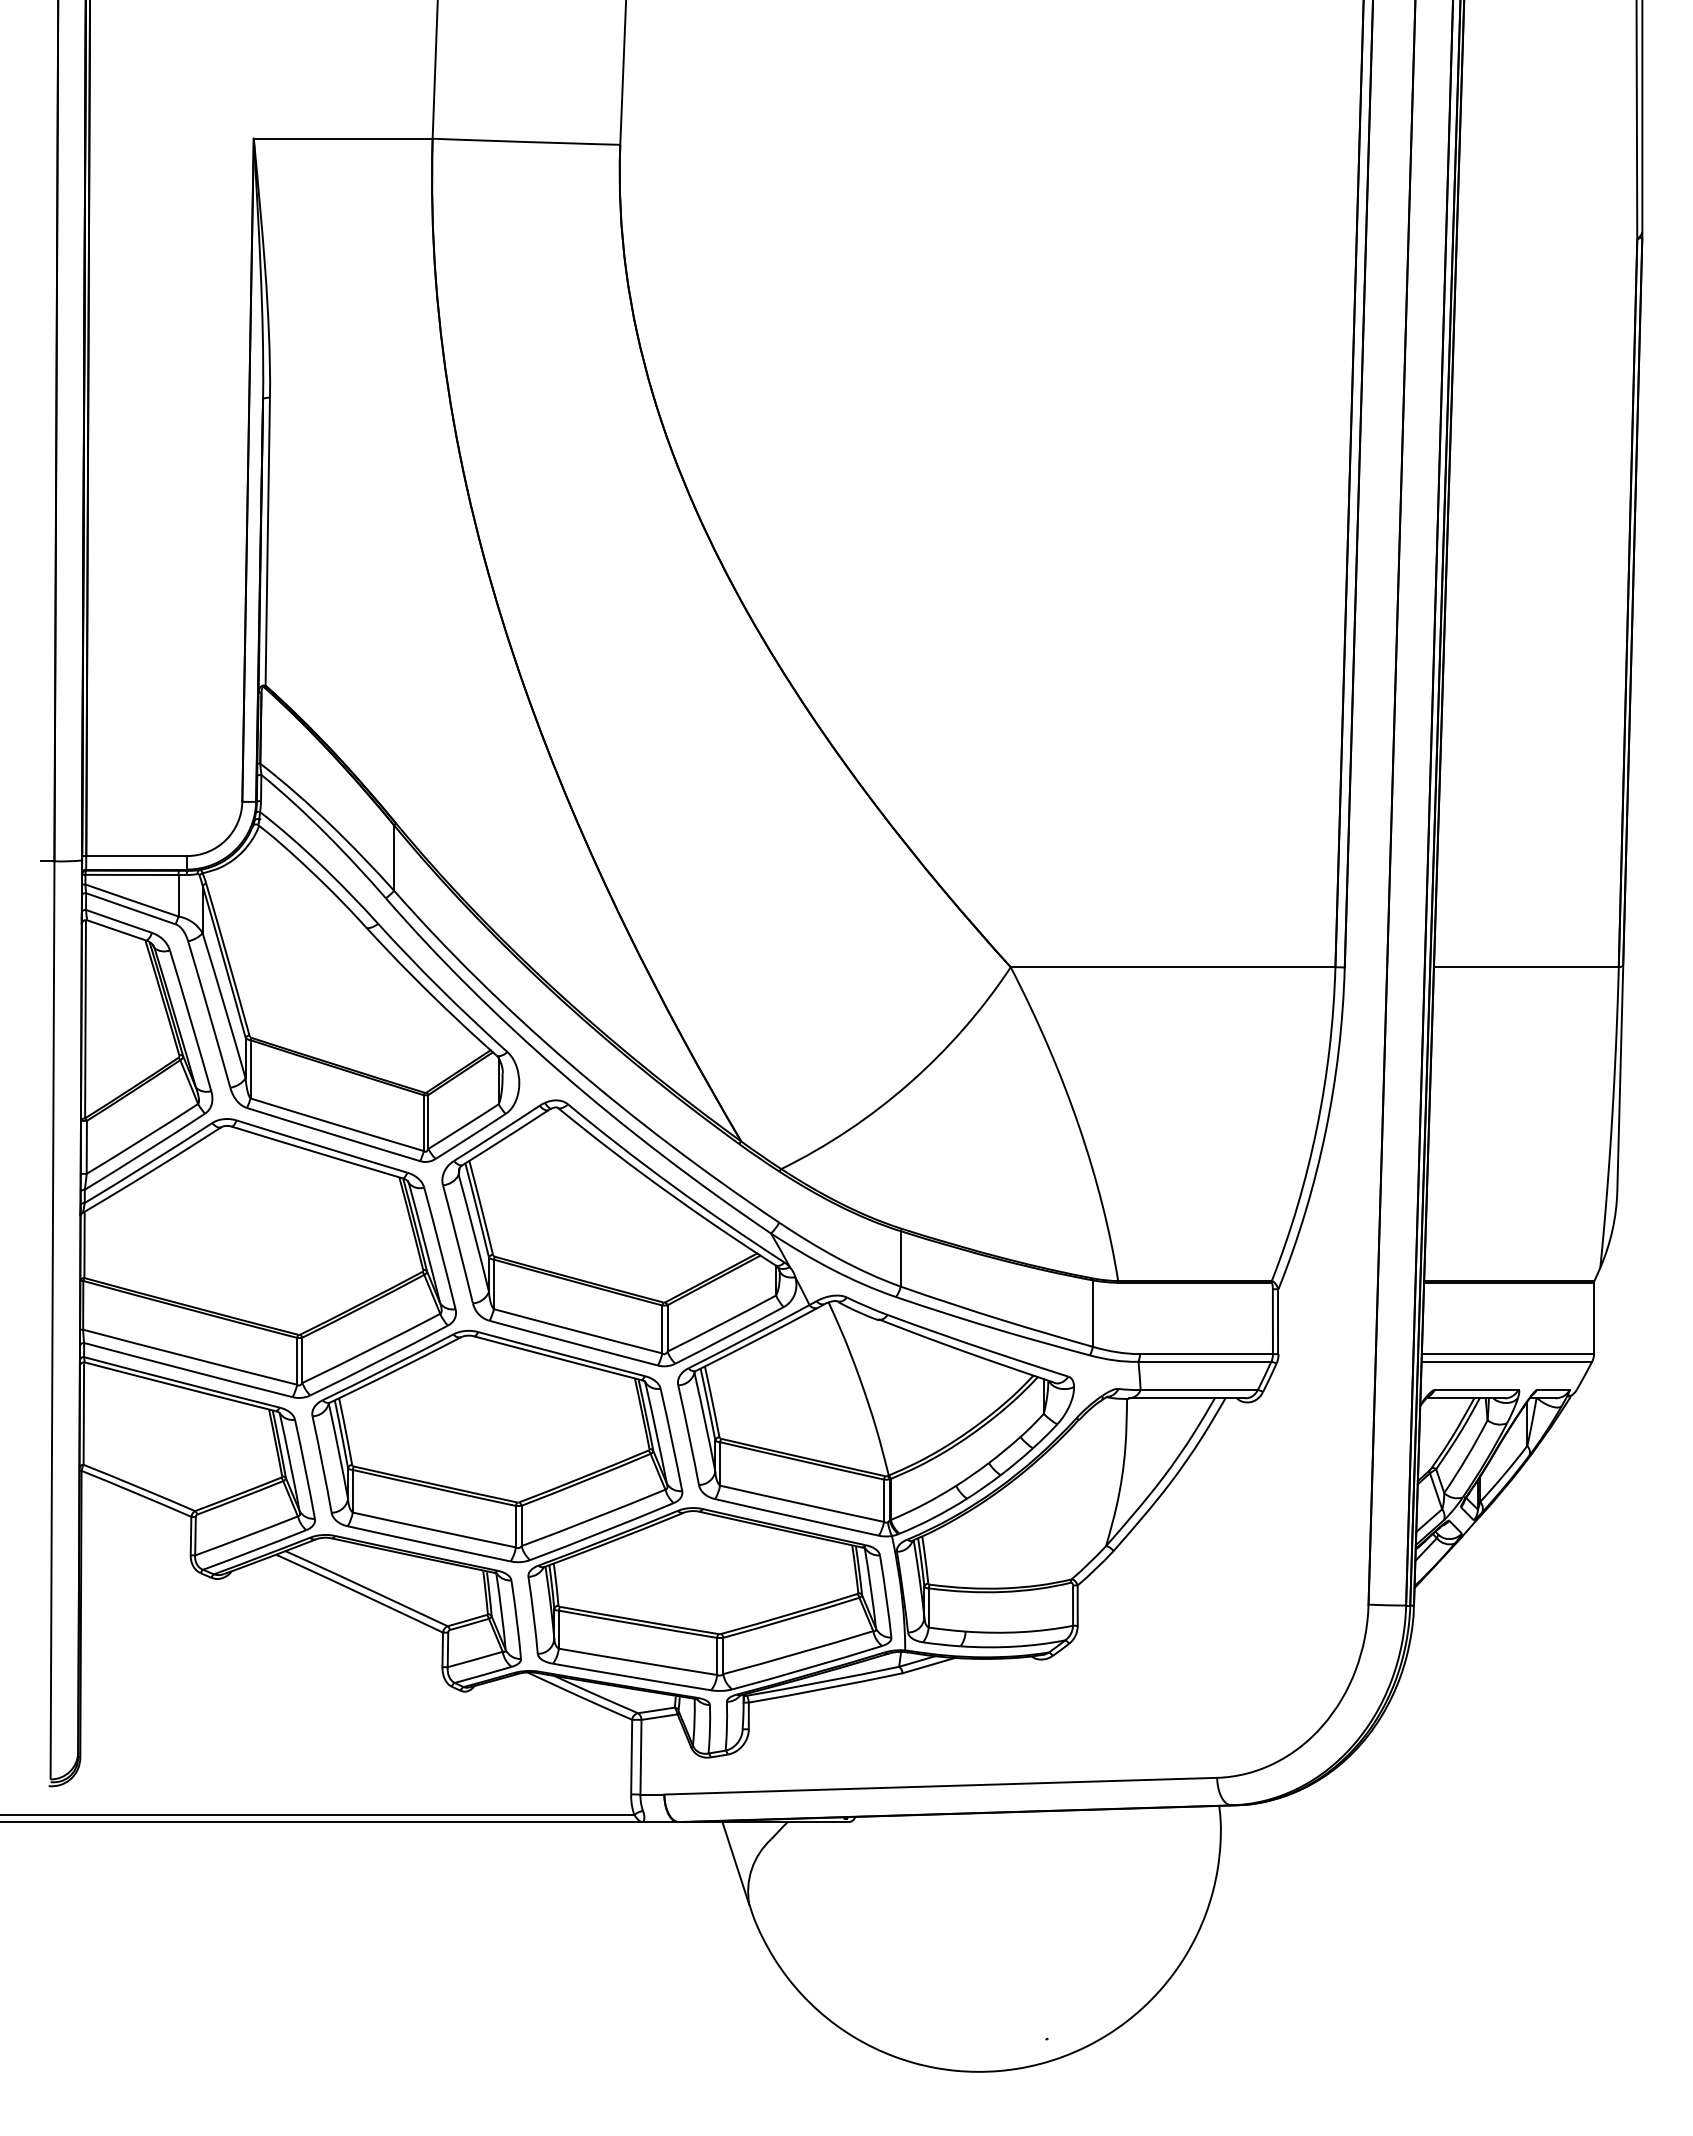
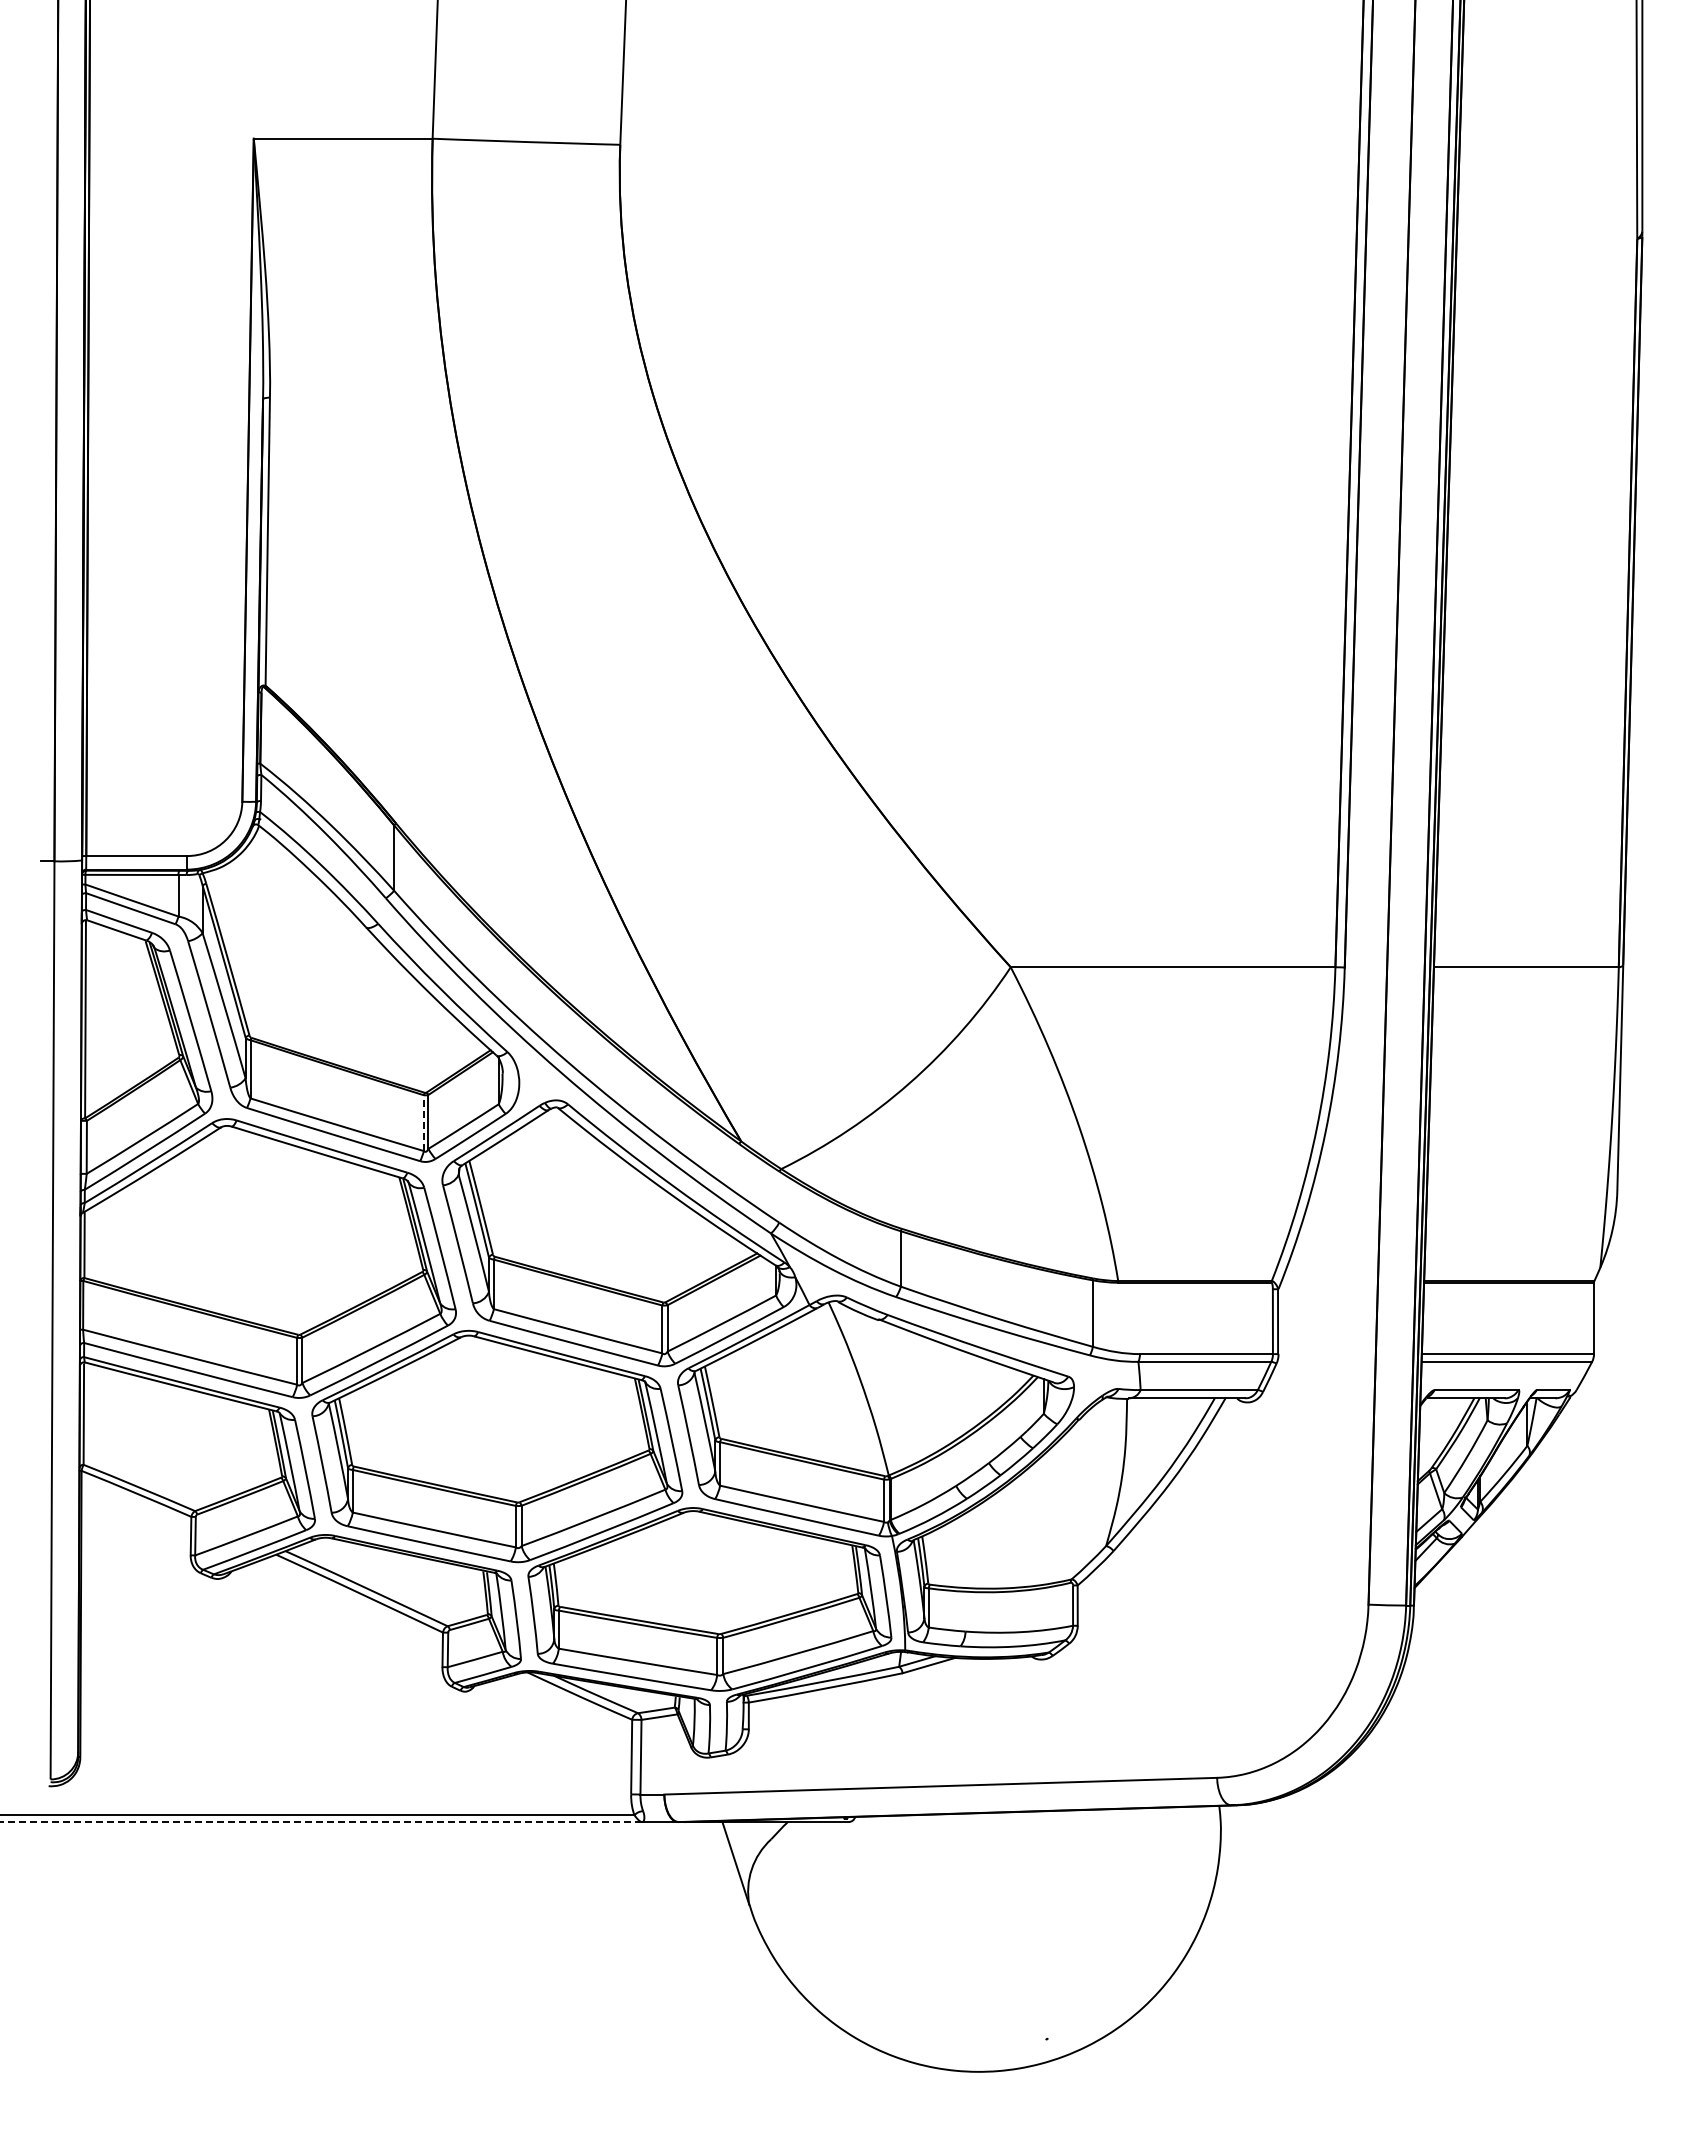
line at (423, 1123): solid -> dashed
line at (321, 1822): solid -> dashed
